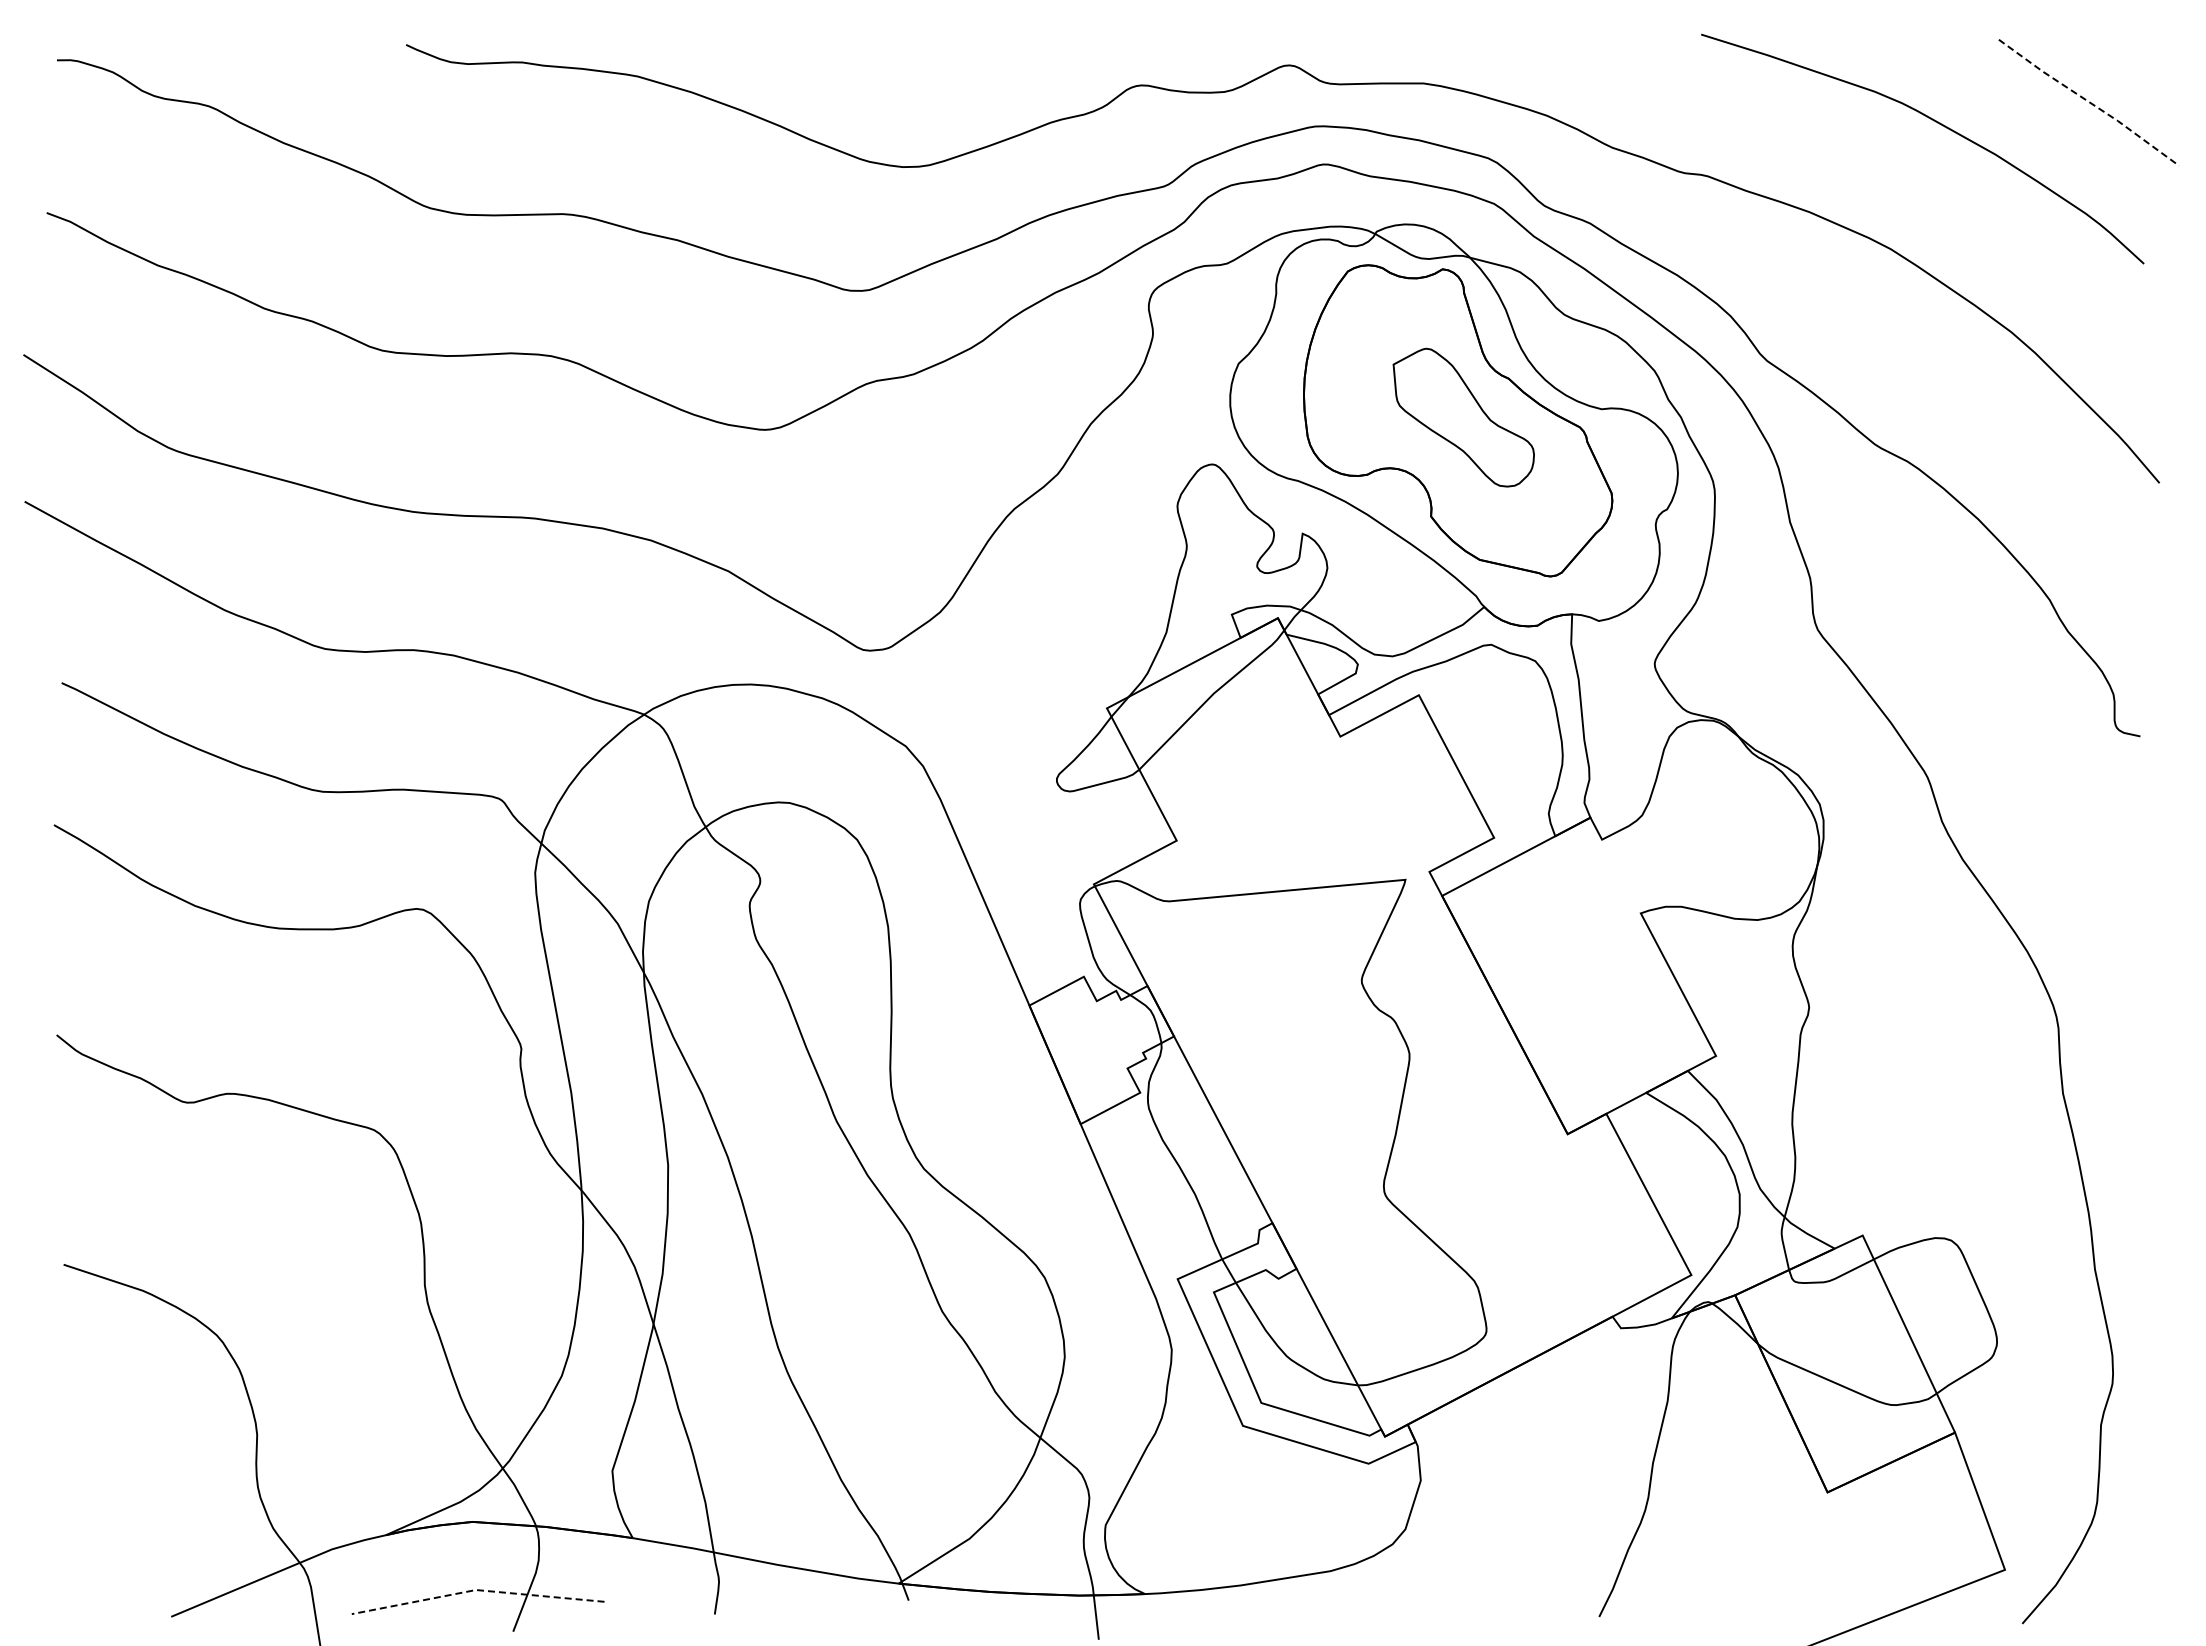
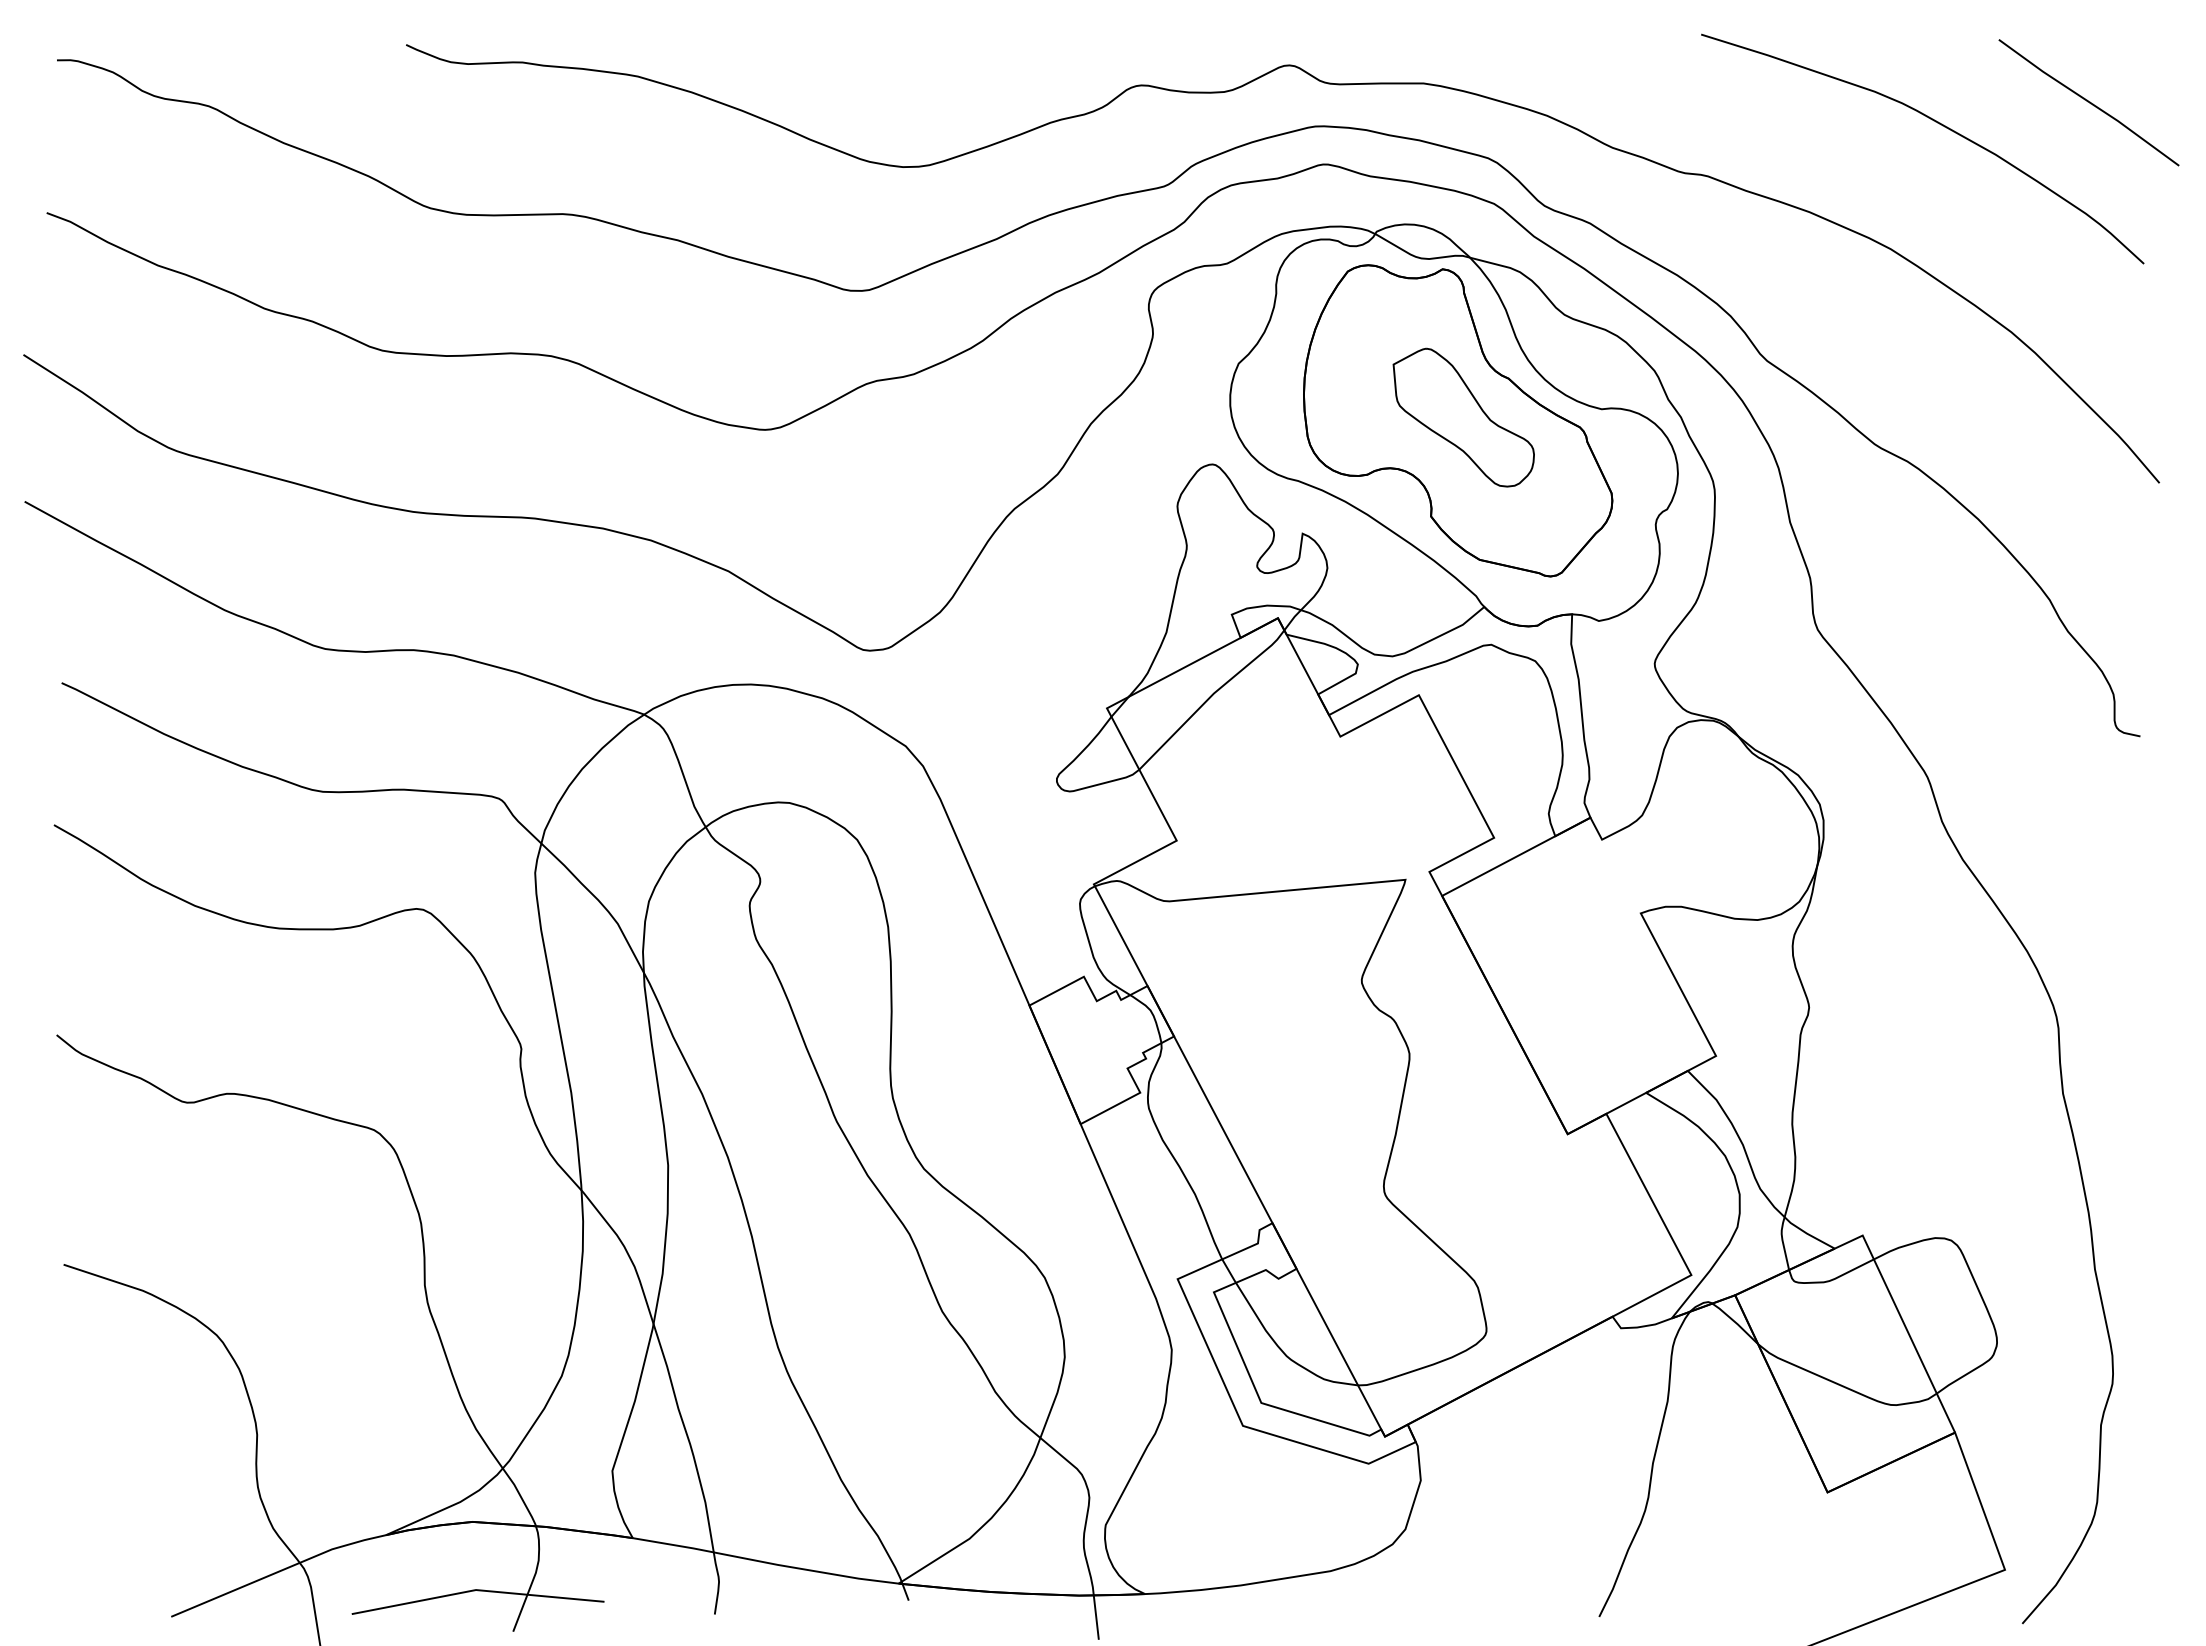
line at (2089, 102): dashed -> solid
line at (477, 1590): dashed -> solid
